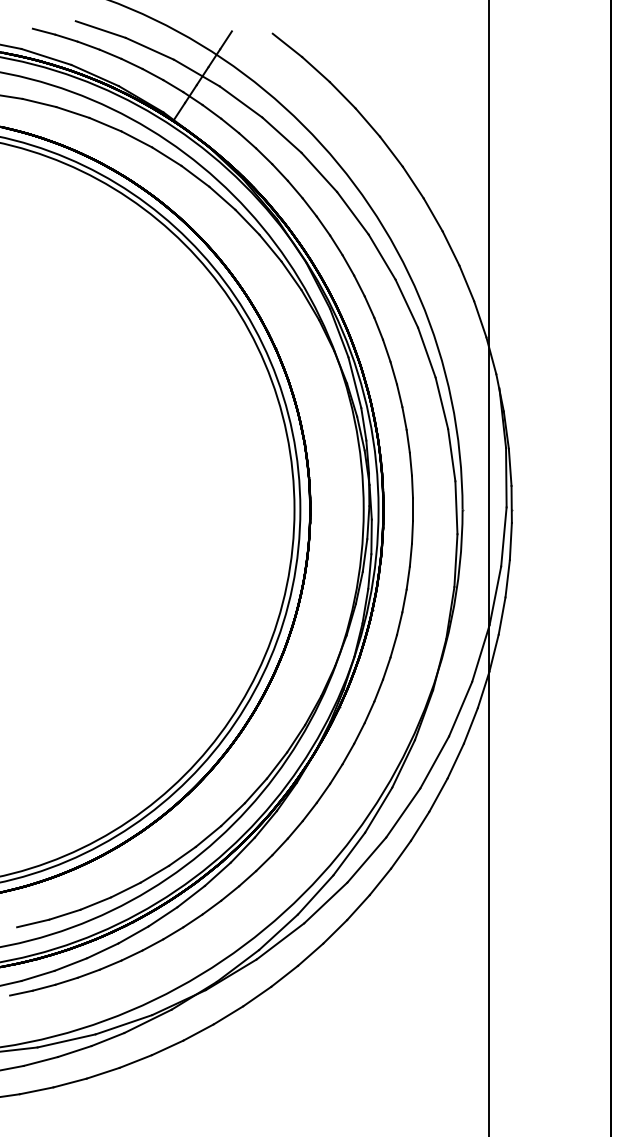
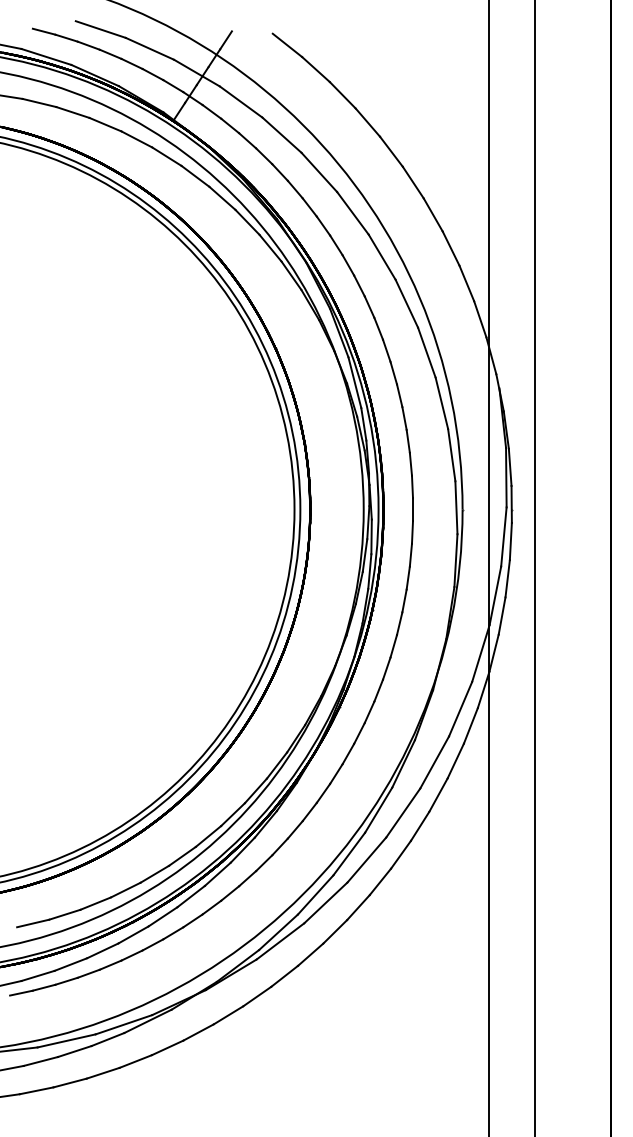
line at (535, 567): none -> present
